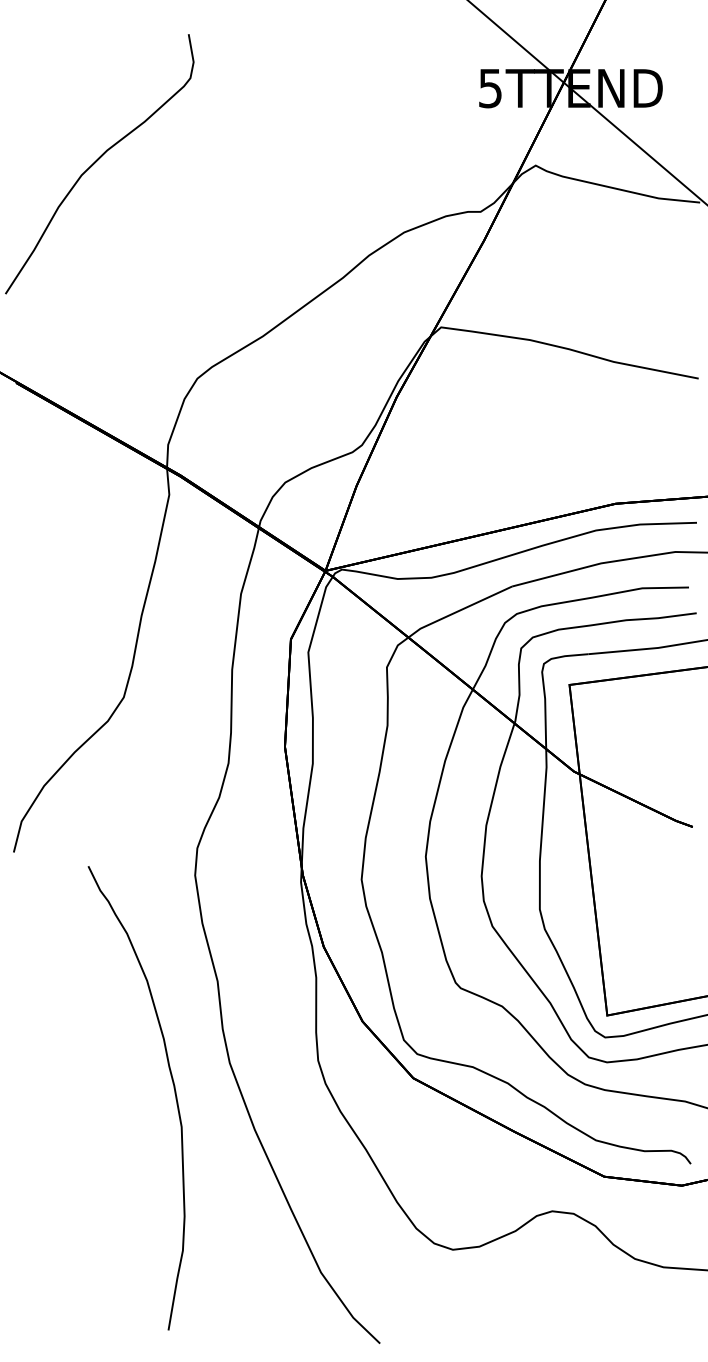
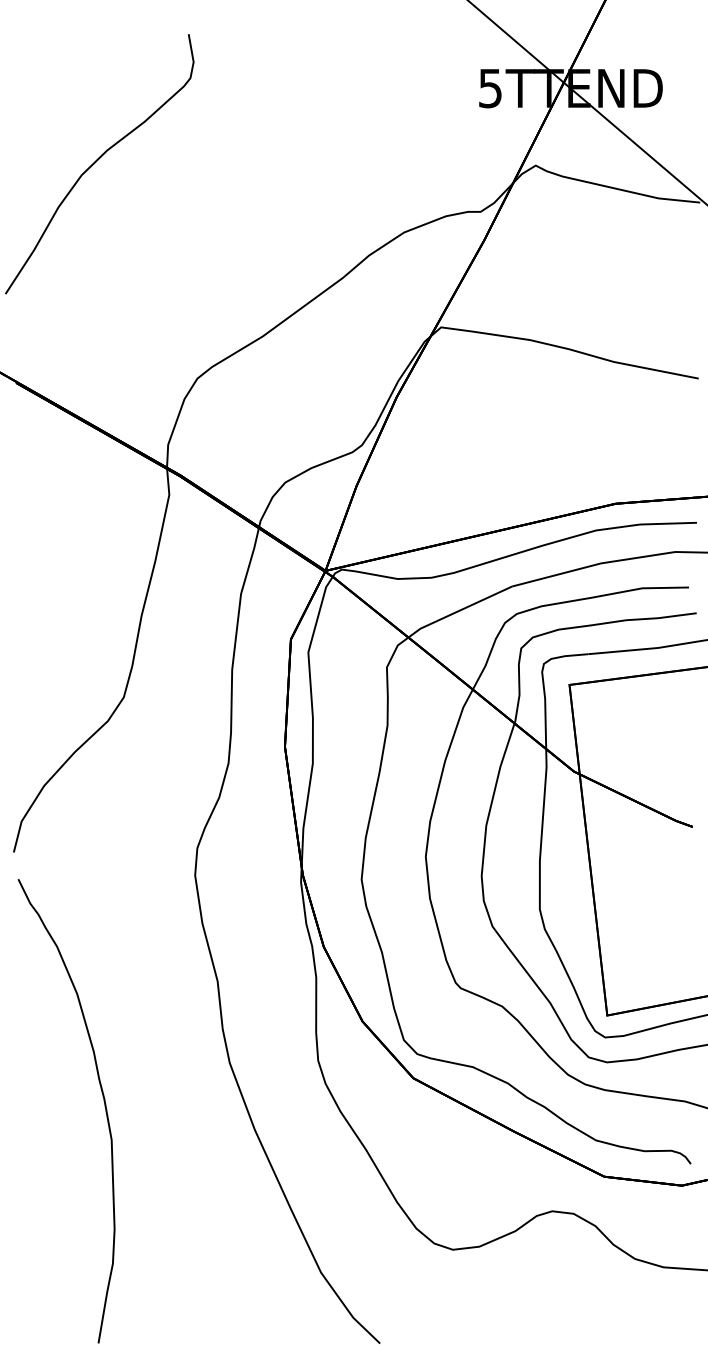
curve at (174, 1094) position: (174, 1094) -> (104, 1107)
